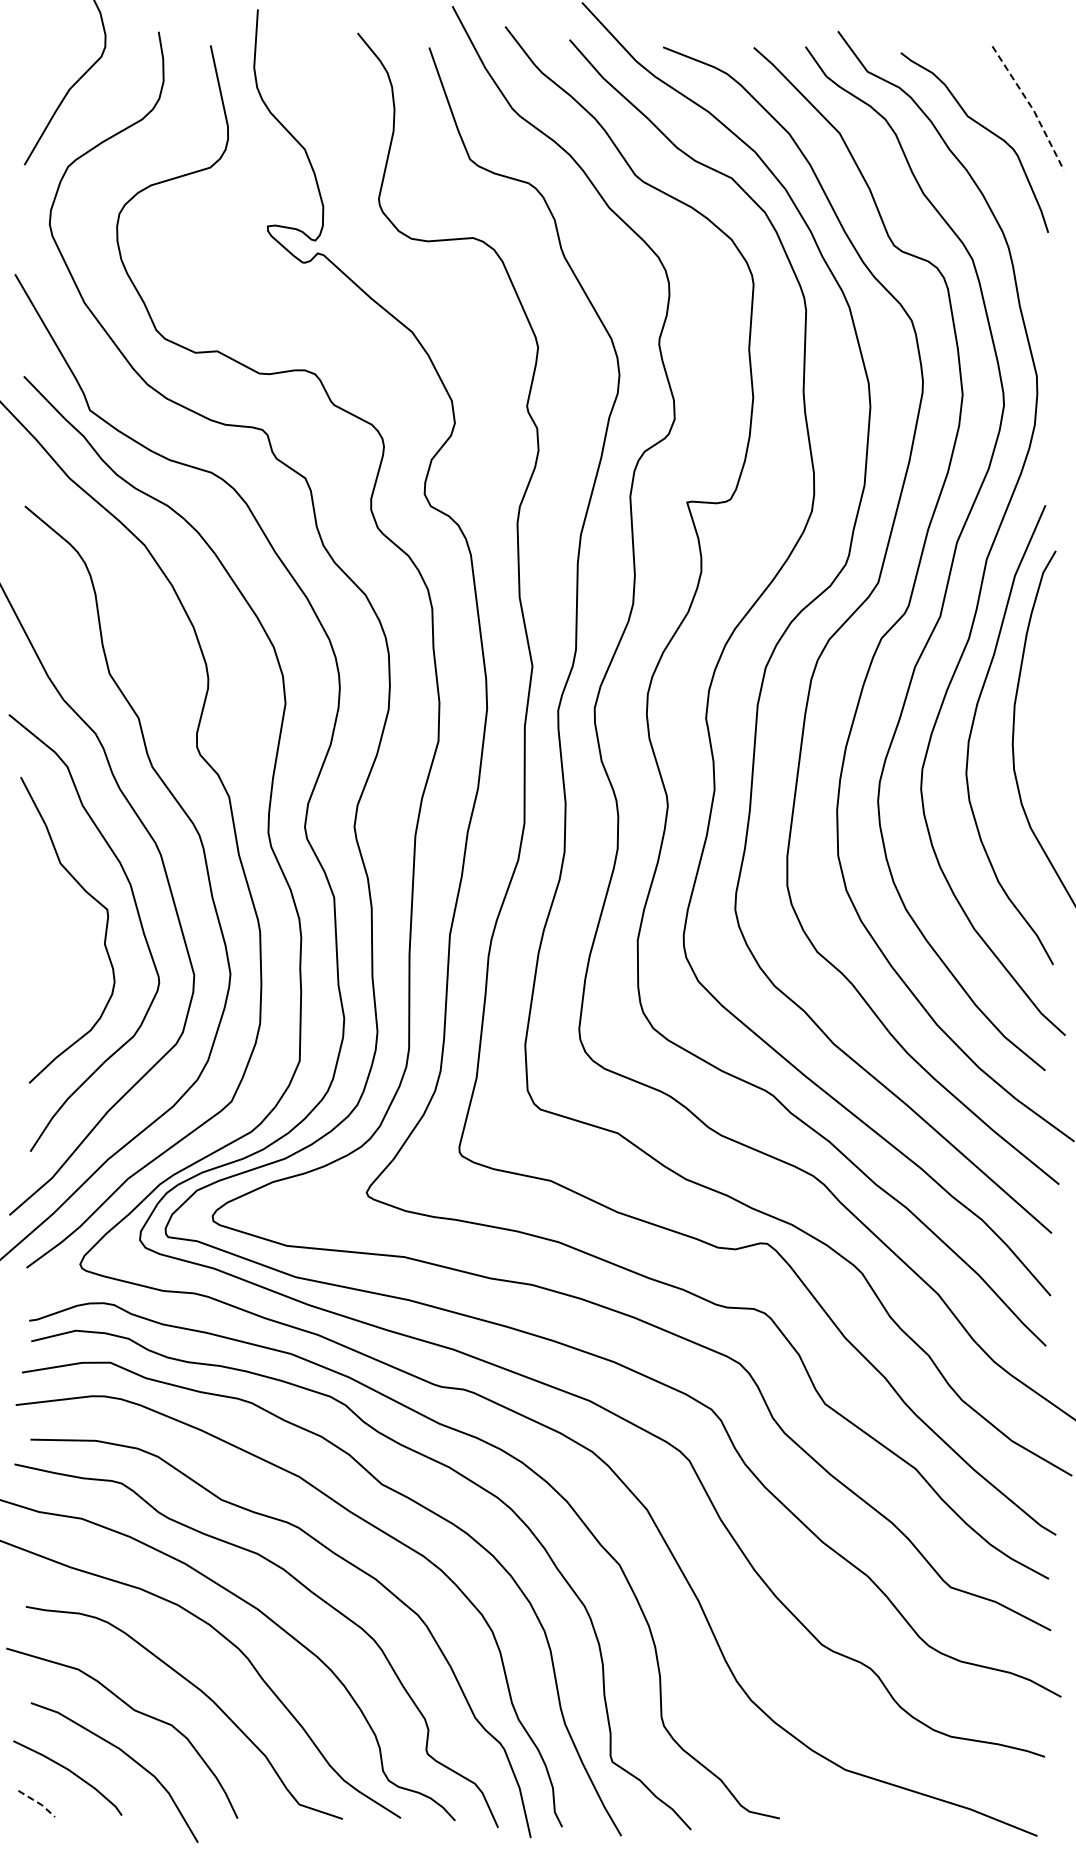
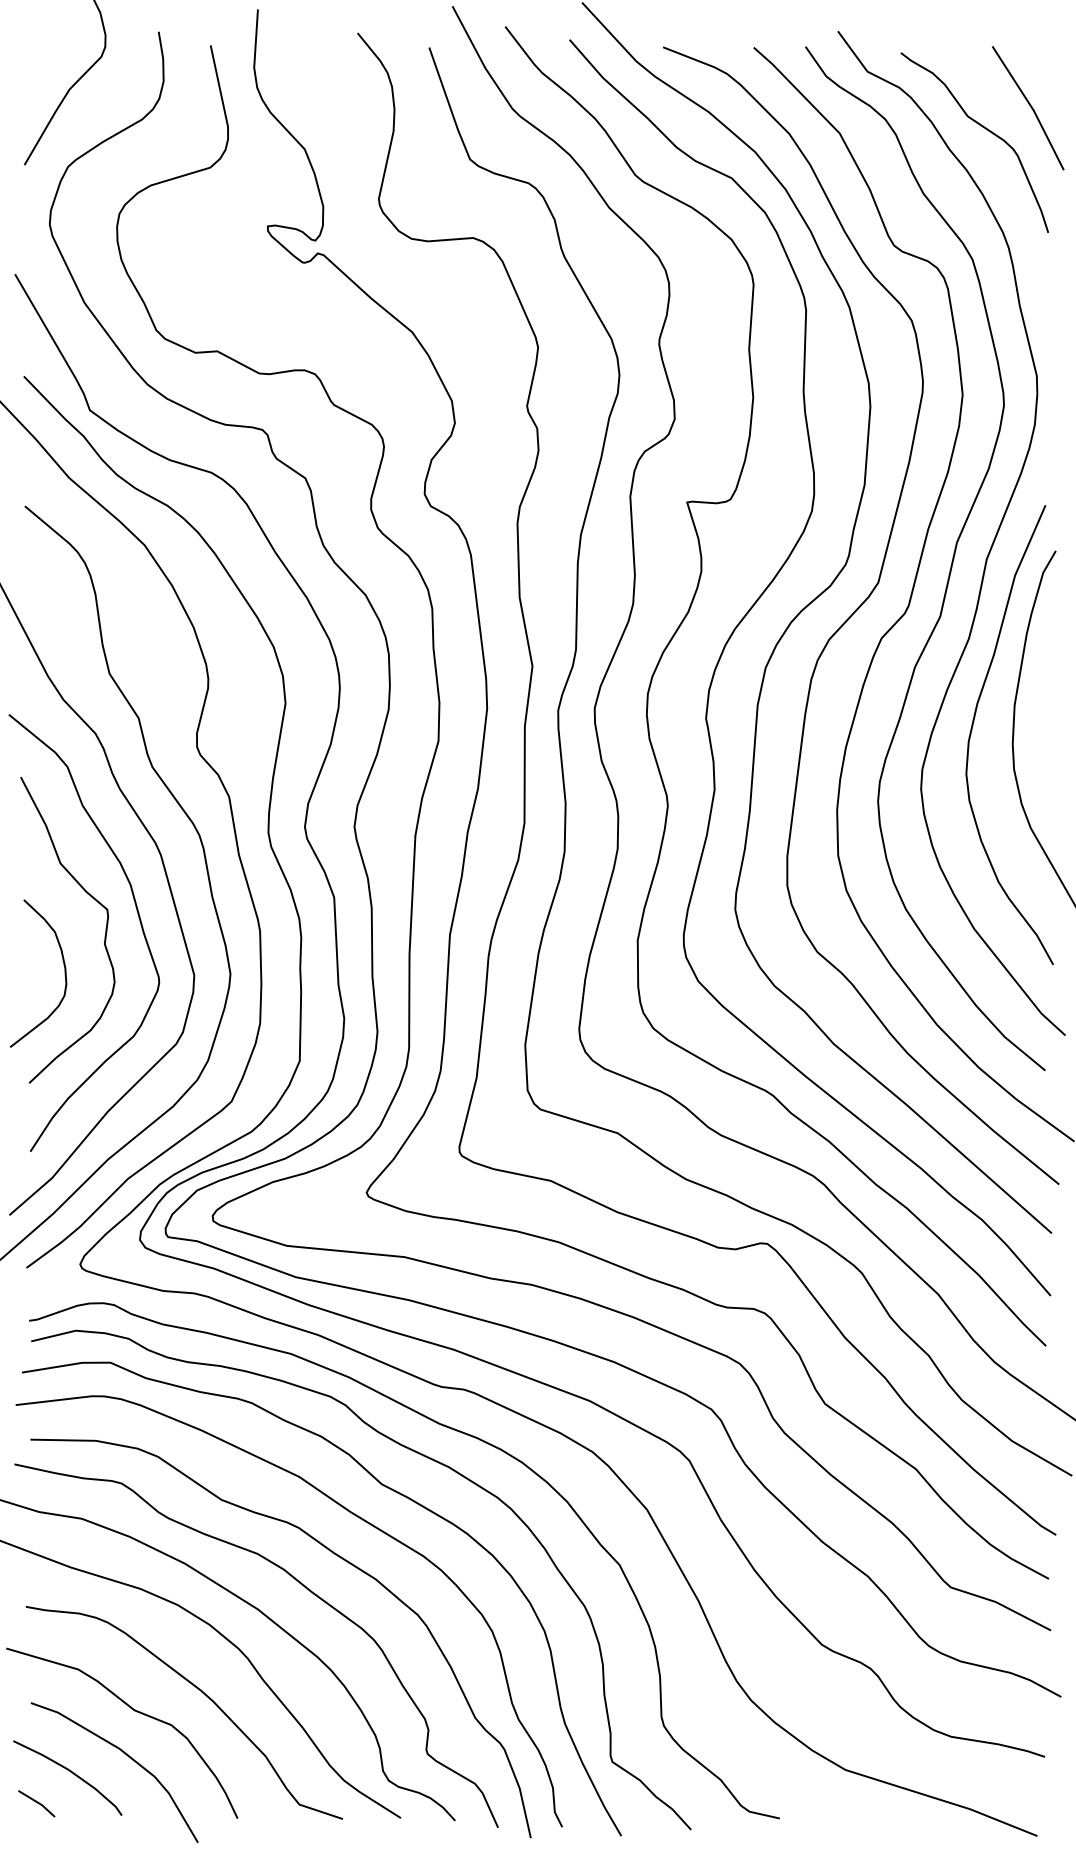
line at (1031, 107): dashed -> solid
curve at (64, 973): none -> present
line at (38, 1803): dashed -> solid
